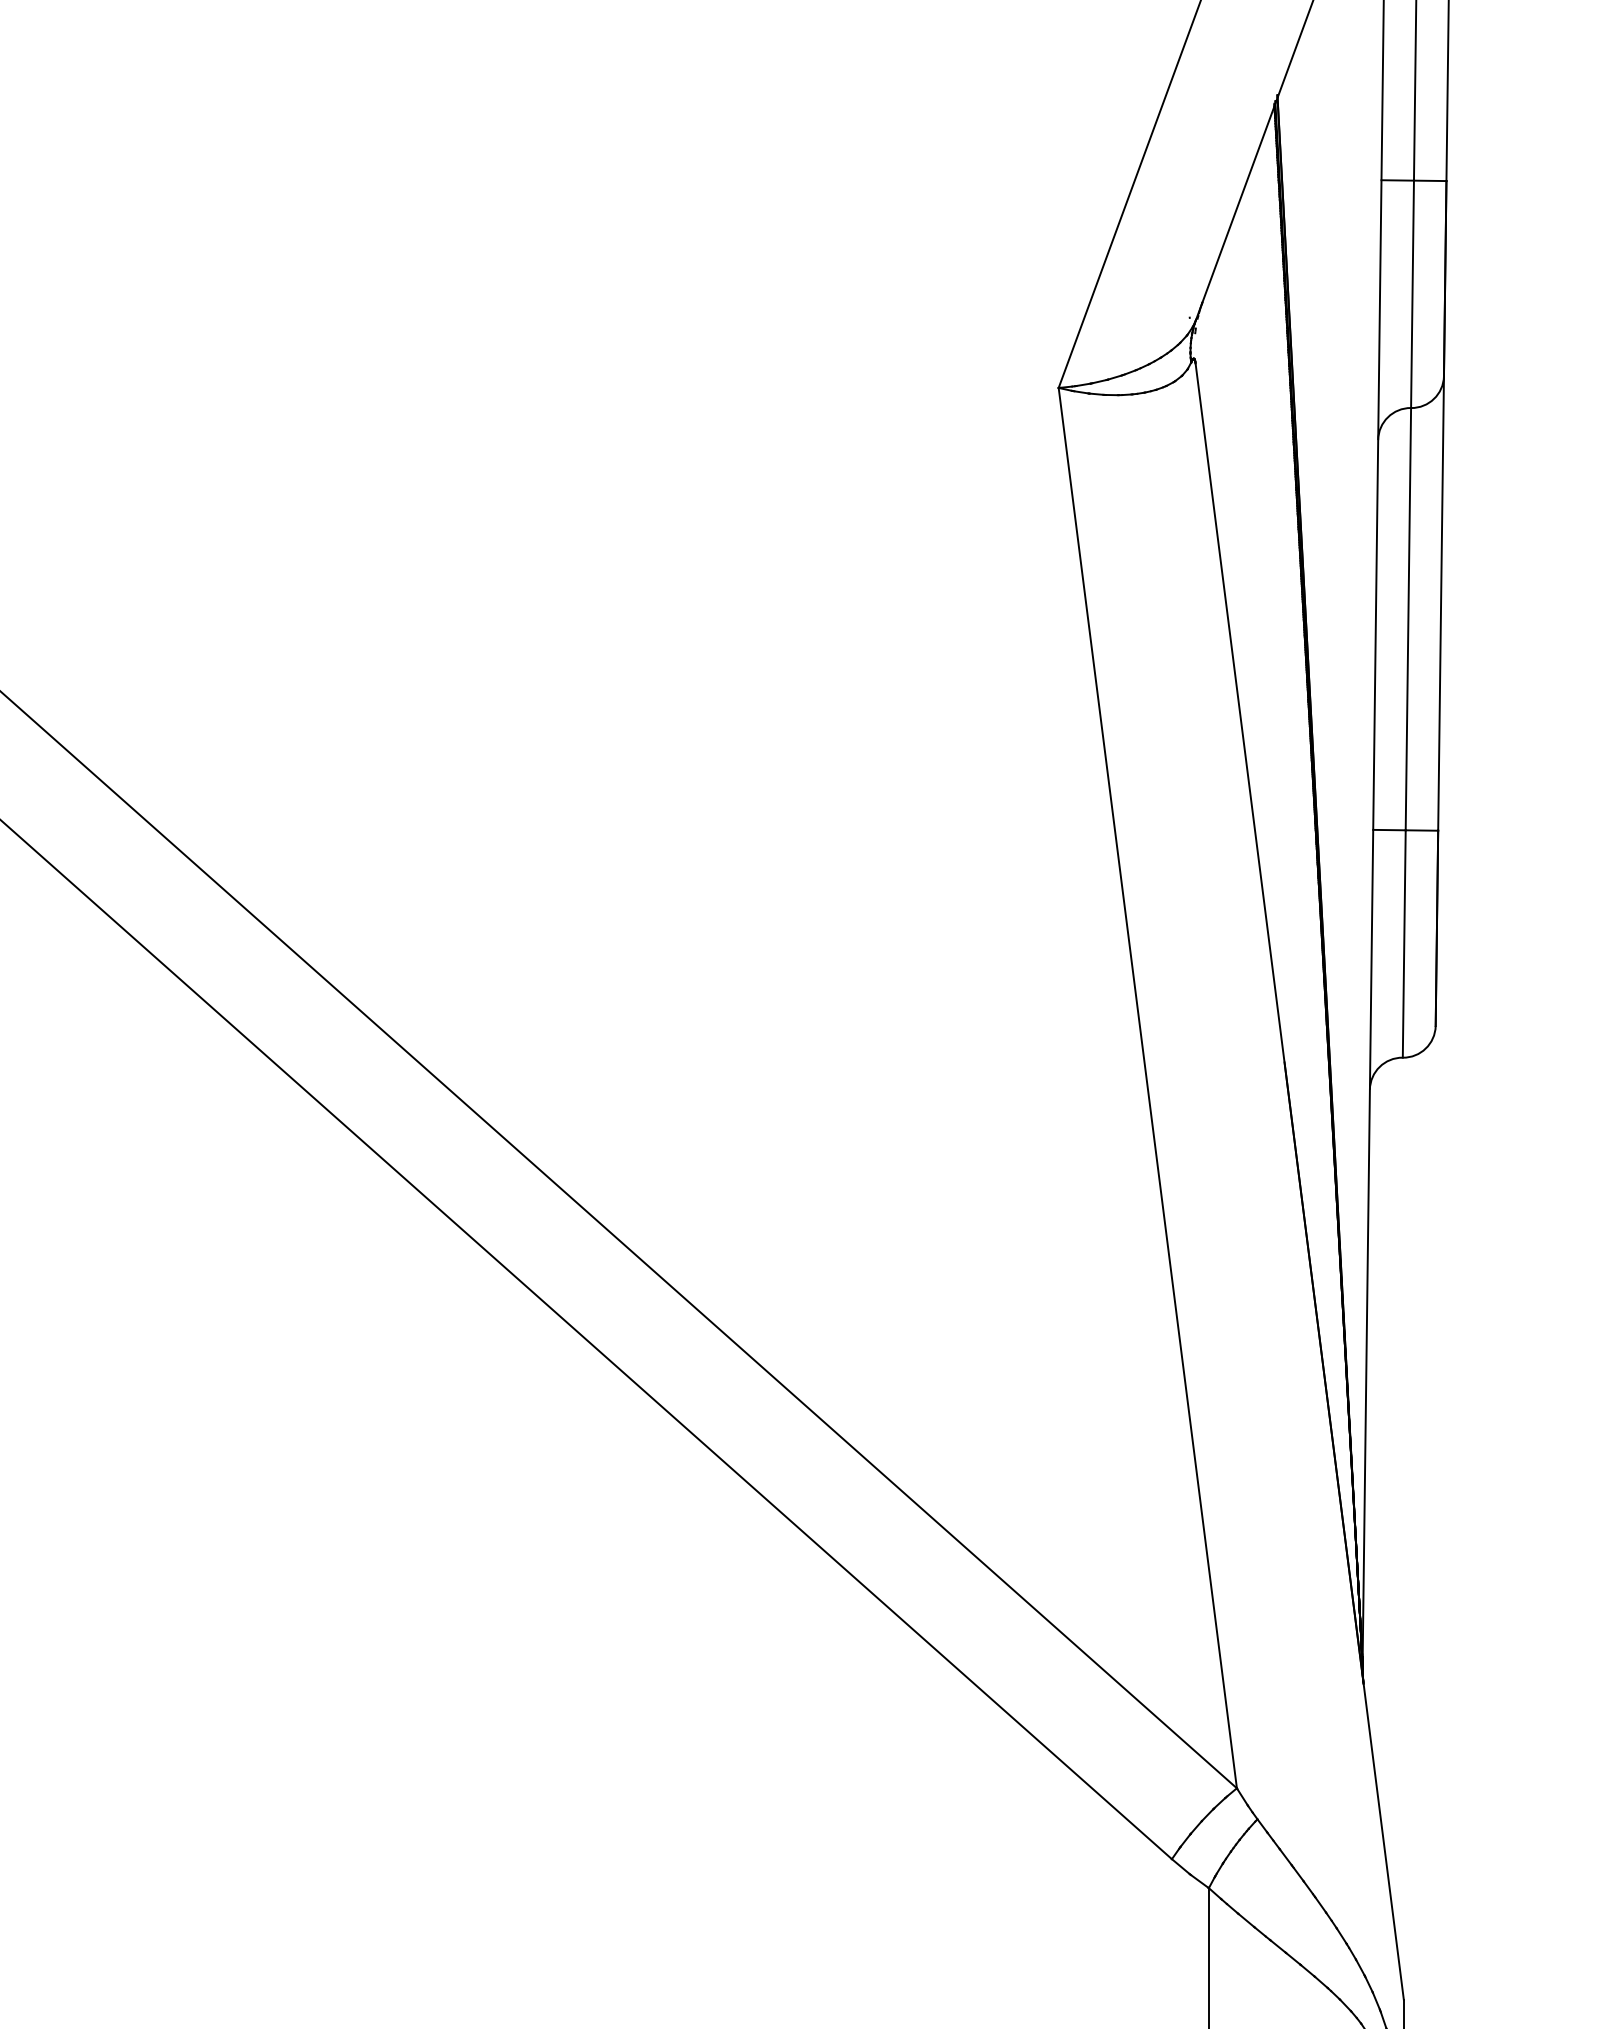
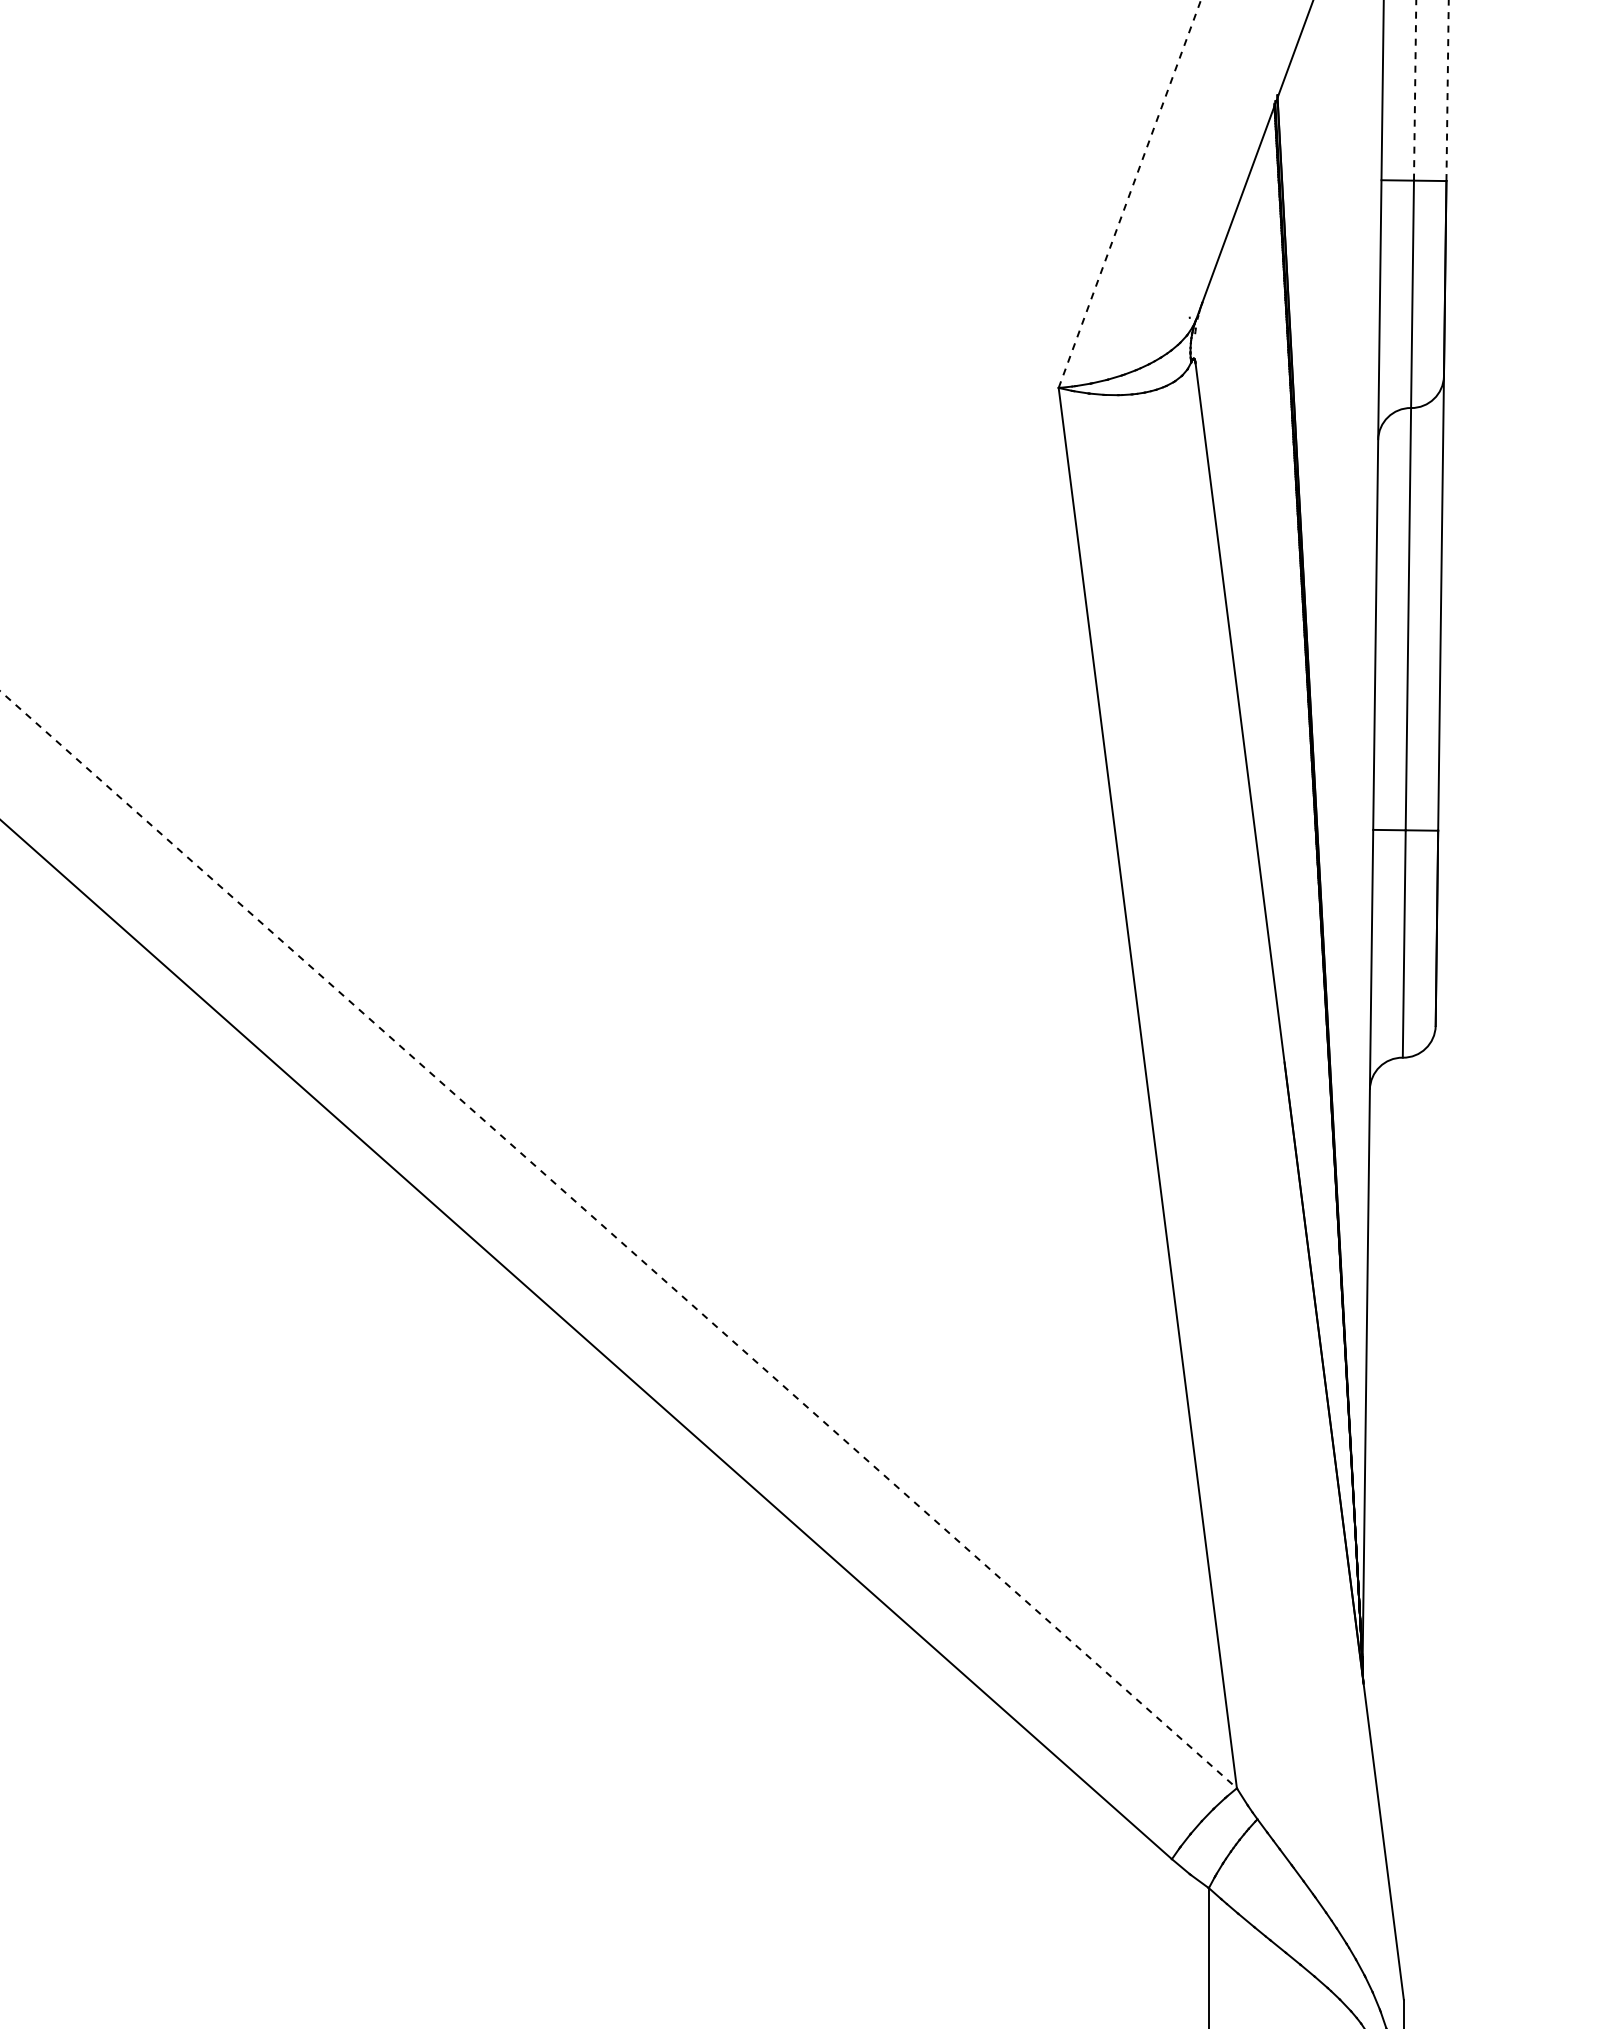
line at (1415, 90): solid -> dashed
line at (1447, 90): solid -> dashed
line at (1130, 193): solid -> dashed
line at (619, 1240): solid -> dashed
